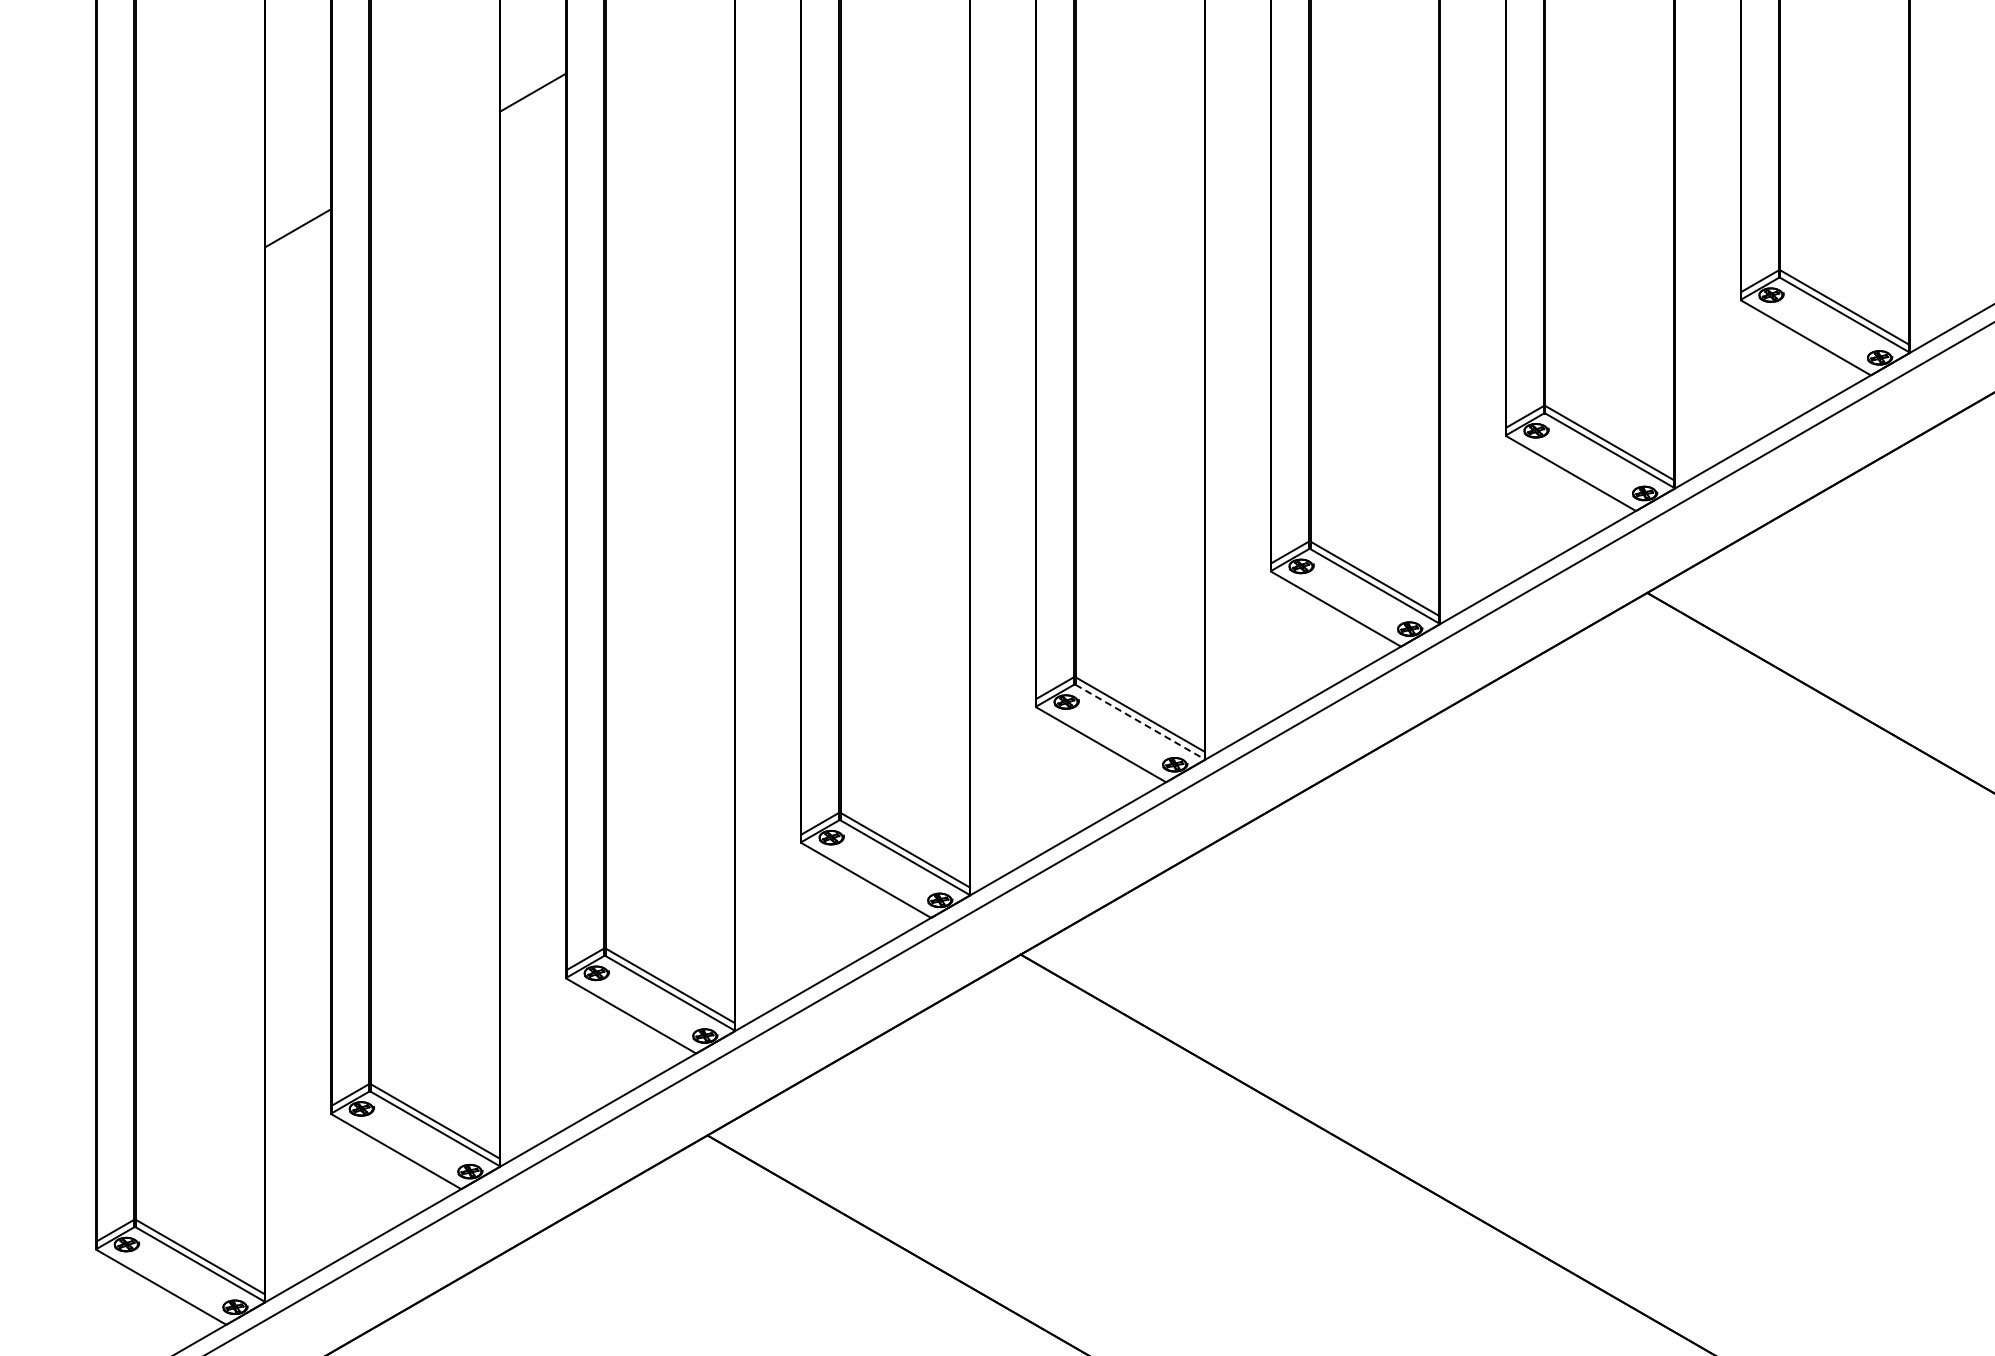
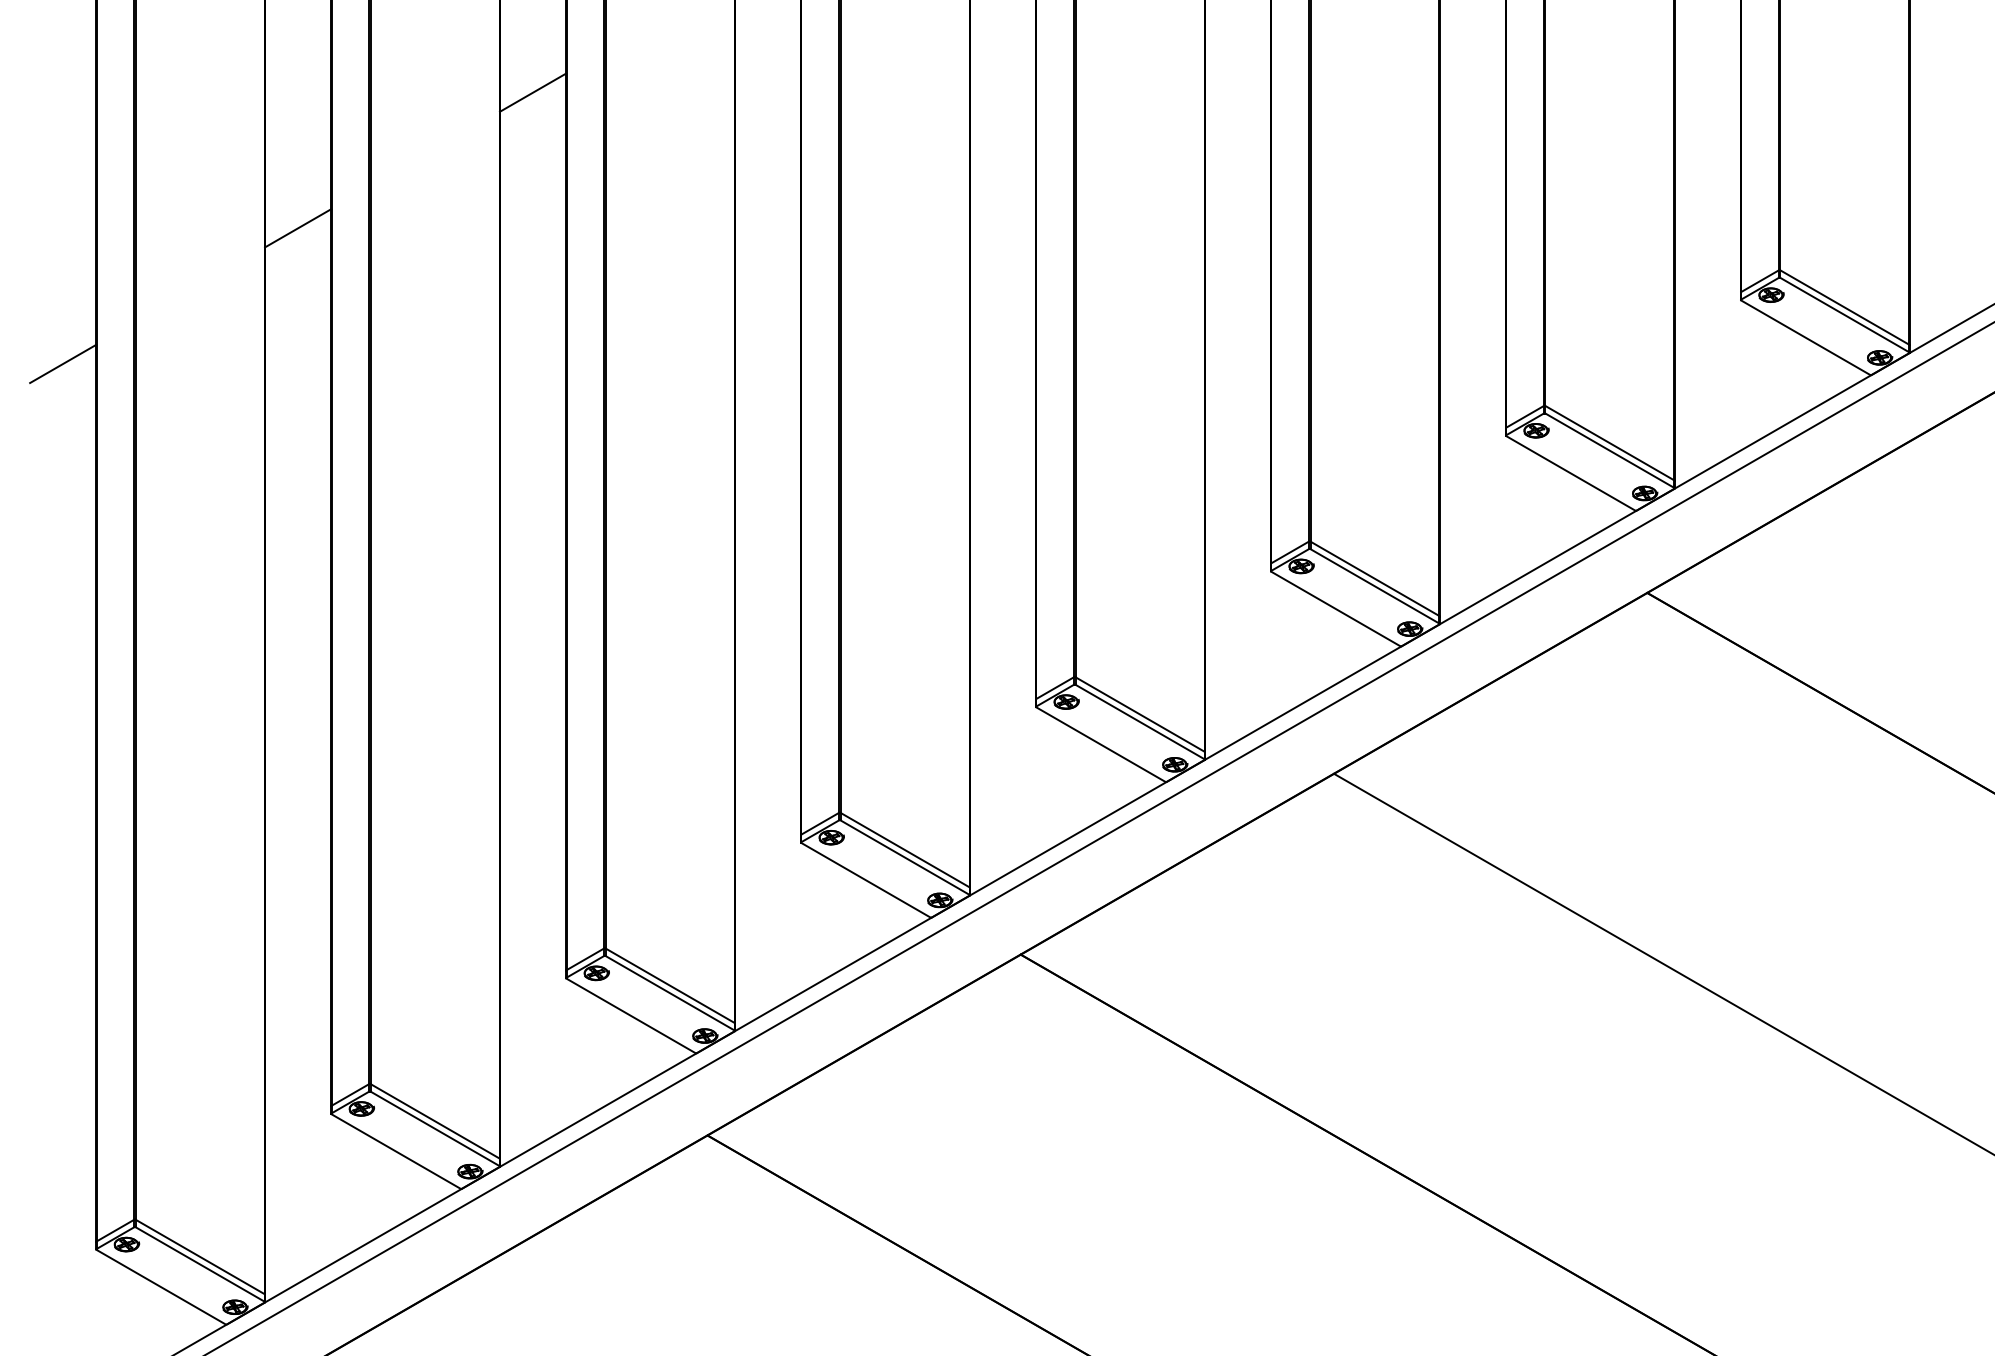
line at (63, 363): none -> present
line at (1140, 722): dashed -> solid
line at (1662, 963): none -> present
